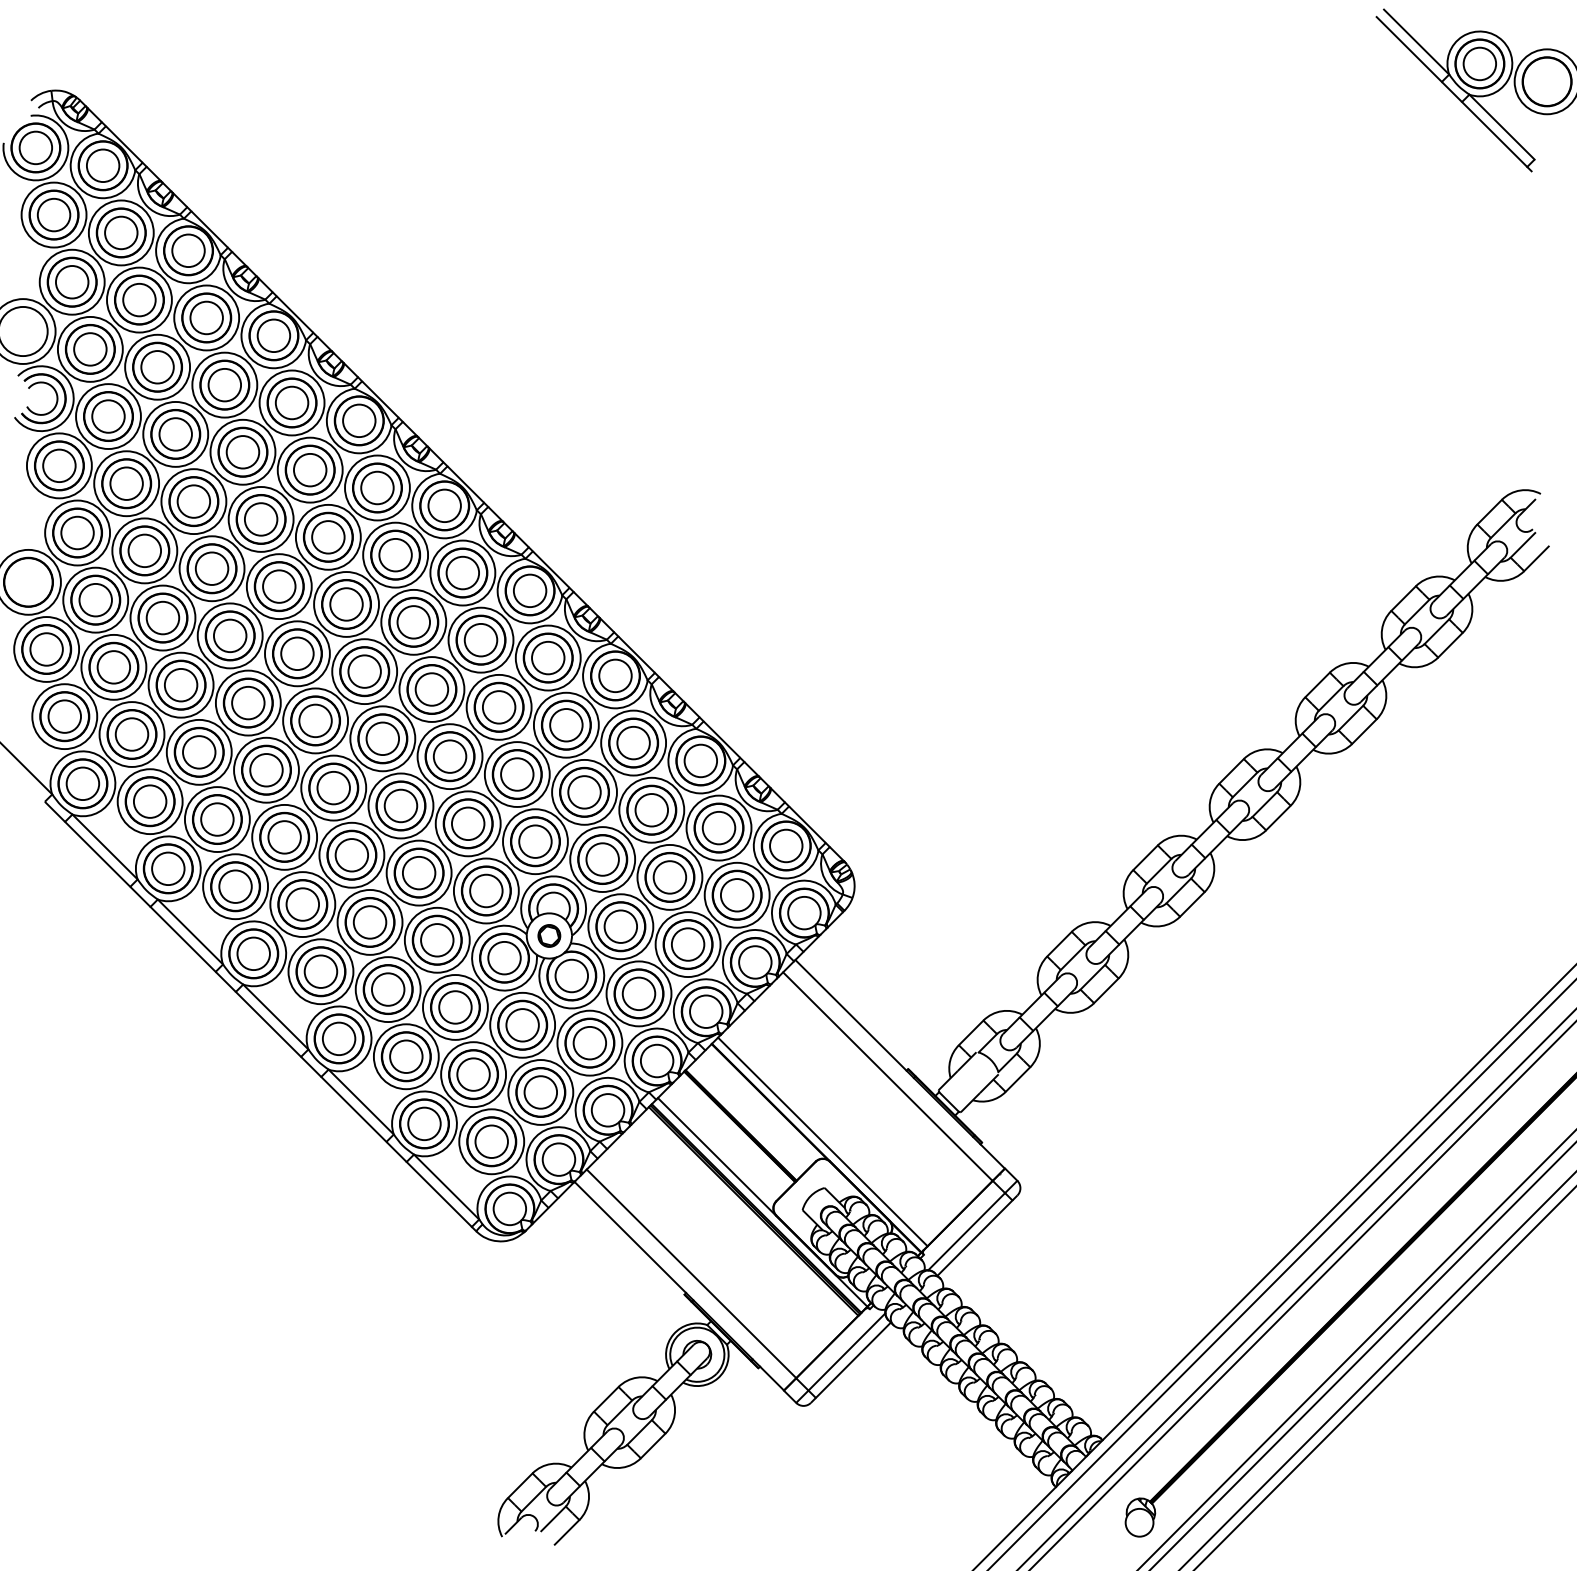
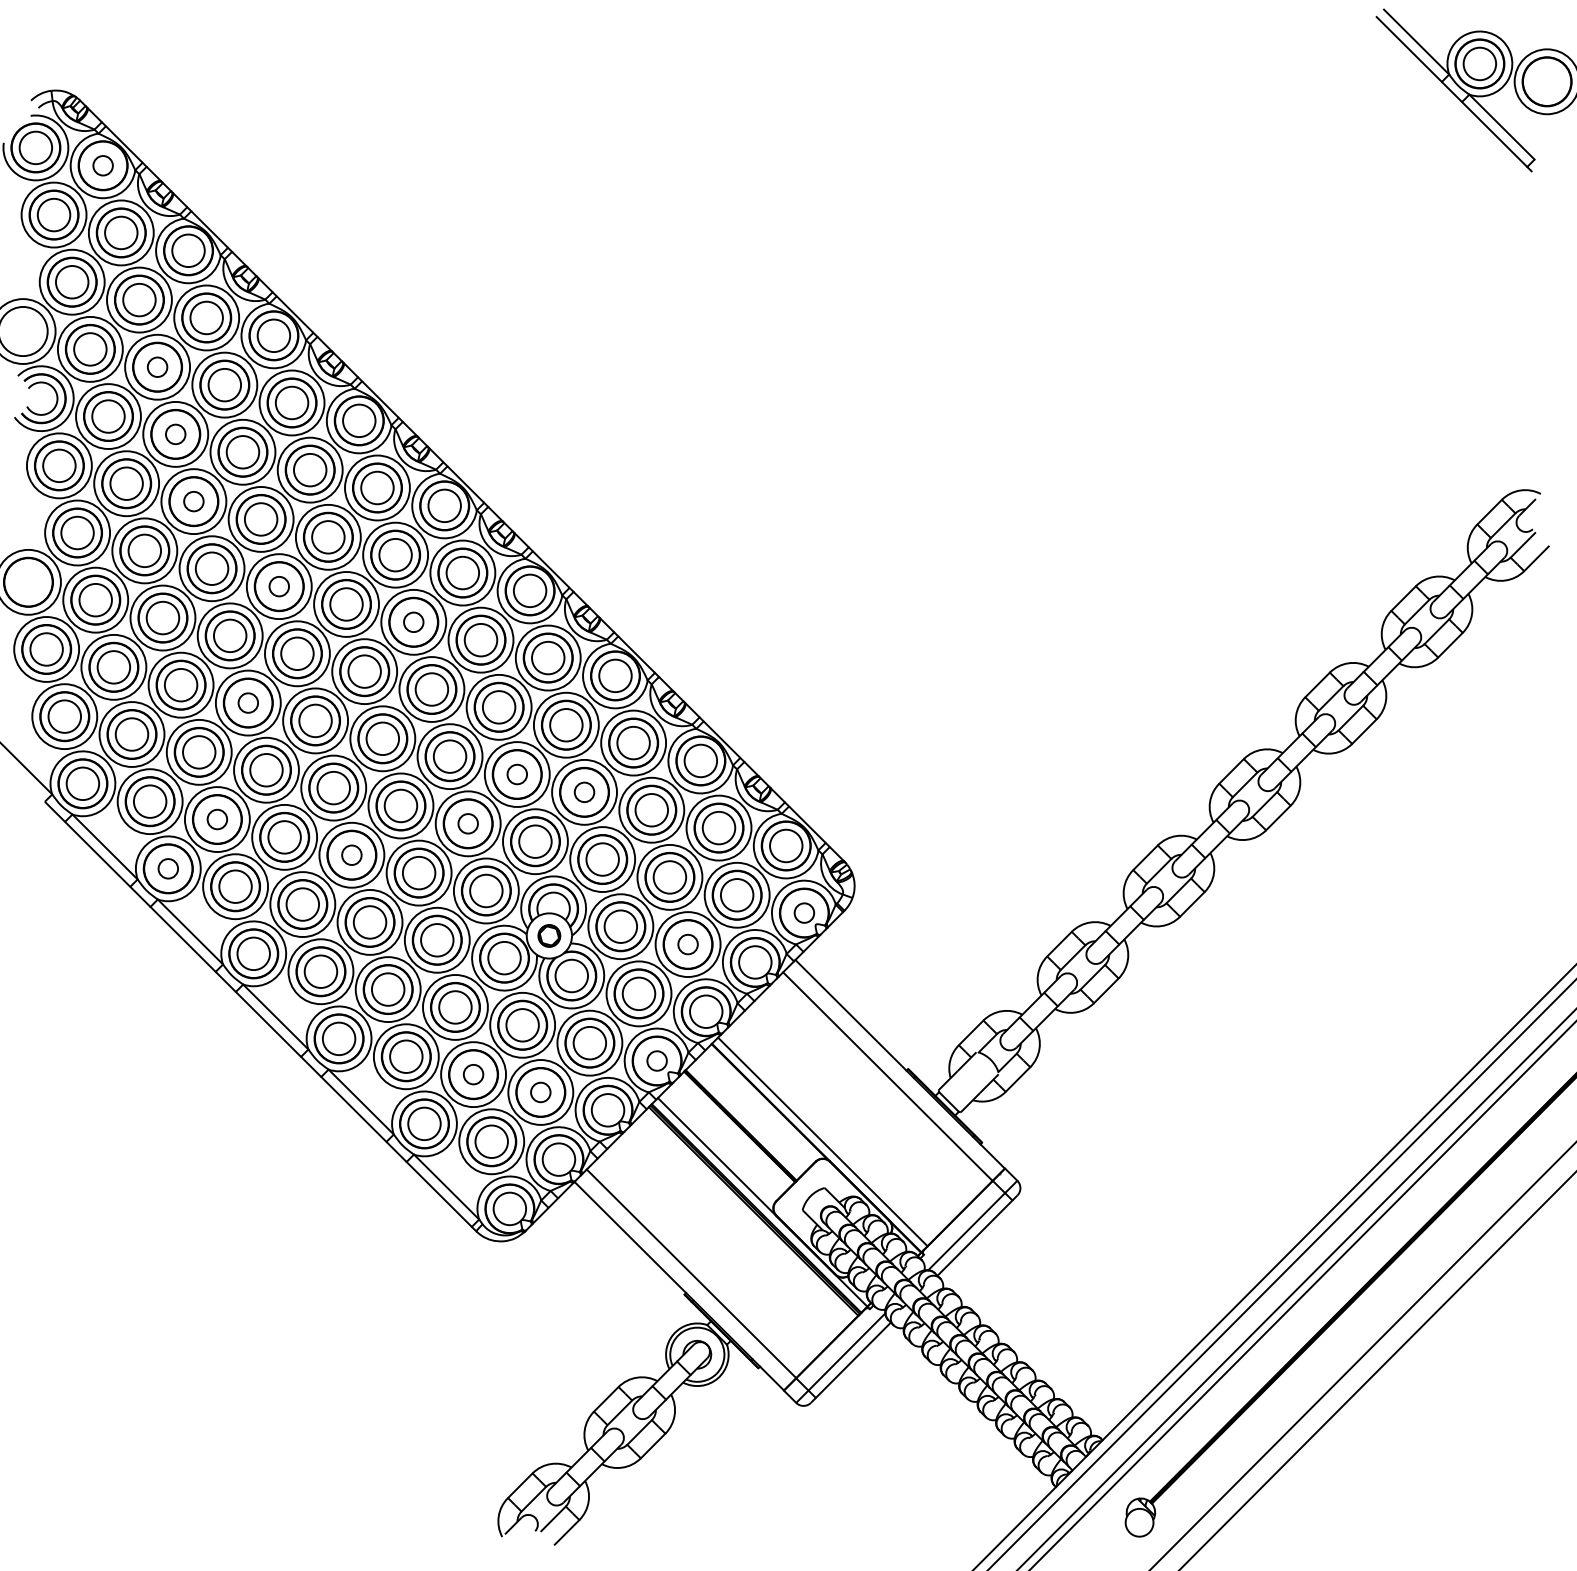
circle at (102, 165) diameter: 32 px -> 19 px
circle at (157, 367) diameter: 32 px -> 19 px
circle at (175, 434) diameter: 32 px -> 19 px
circle at (193, 501) diameter: 32 px -> 19 px
circle at (279, 586) diameter: 32 px -> 19 px
circle at (413, 622) diameter: 32 px -> 19 px
circle at (248, 702) diameter: 32 px -> 19 px
circle at (517, 774) diameter: 32 px -> 19 px
circle at (584, 792) diameter: 32 px -> 19 px
circle at (217, 819) diameter: 32 px -> 19 px
circle at (467, 823) diameter: 32 px -> 19 px
circle at (351, 855) diameter: 32 px -> 19 px
circle at (168, 868) diameter: 32 px -> 19 px
circle at (804, 912) diameter: 32 px -> 19 px
circle at (687, 944) diameter: 32 px -> 19 px
circle at (656, 1060) diameter: 32 px -> 19 px
circle at (473, 1074) diameter: 32 px -> 19 px
circle at (540, 1092) diameter: 32 px -> 19 px
line at (1356, 1349): present -> none
line at (1384, 1378): present -> none
